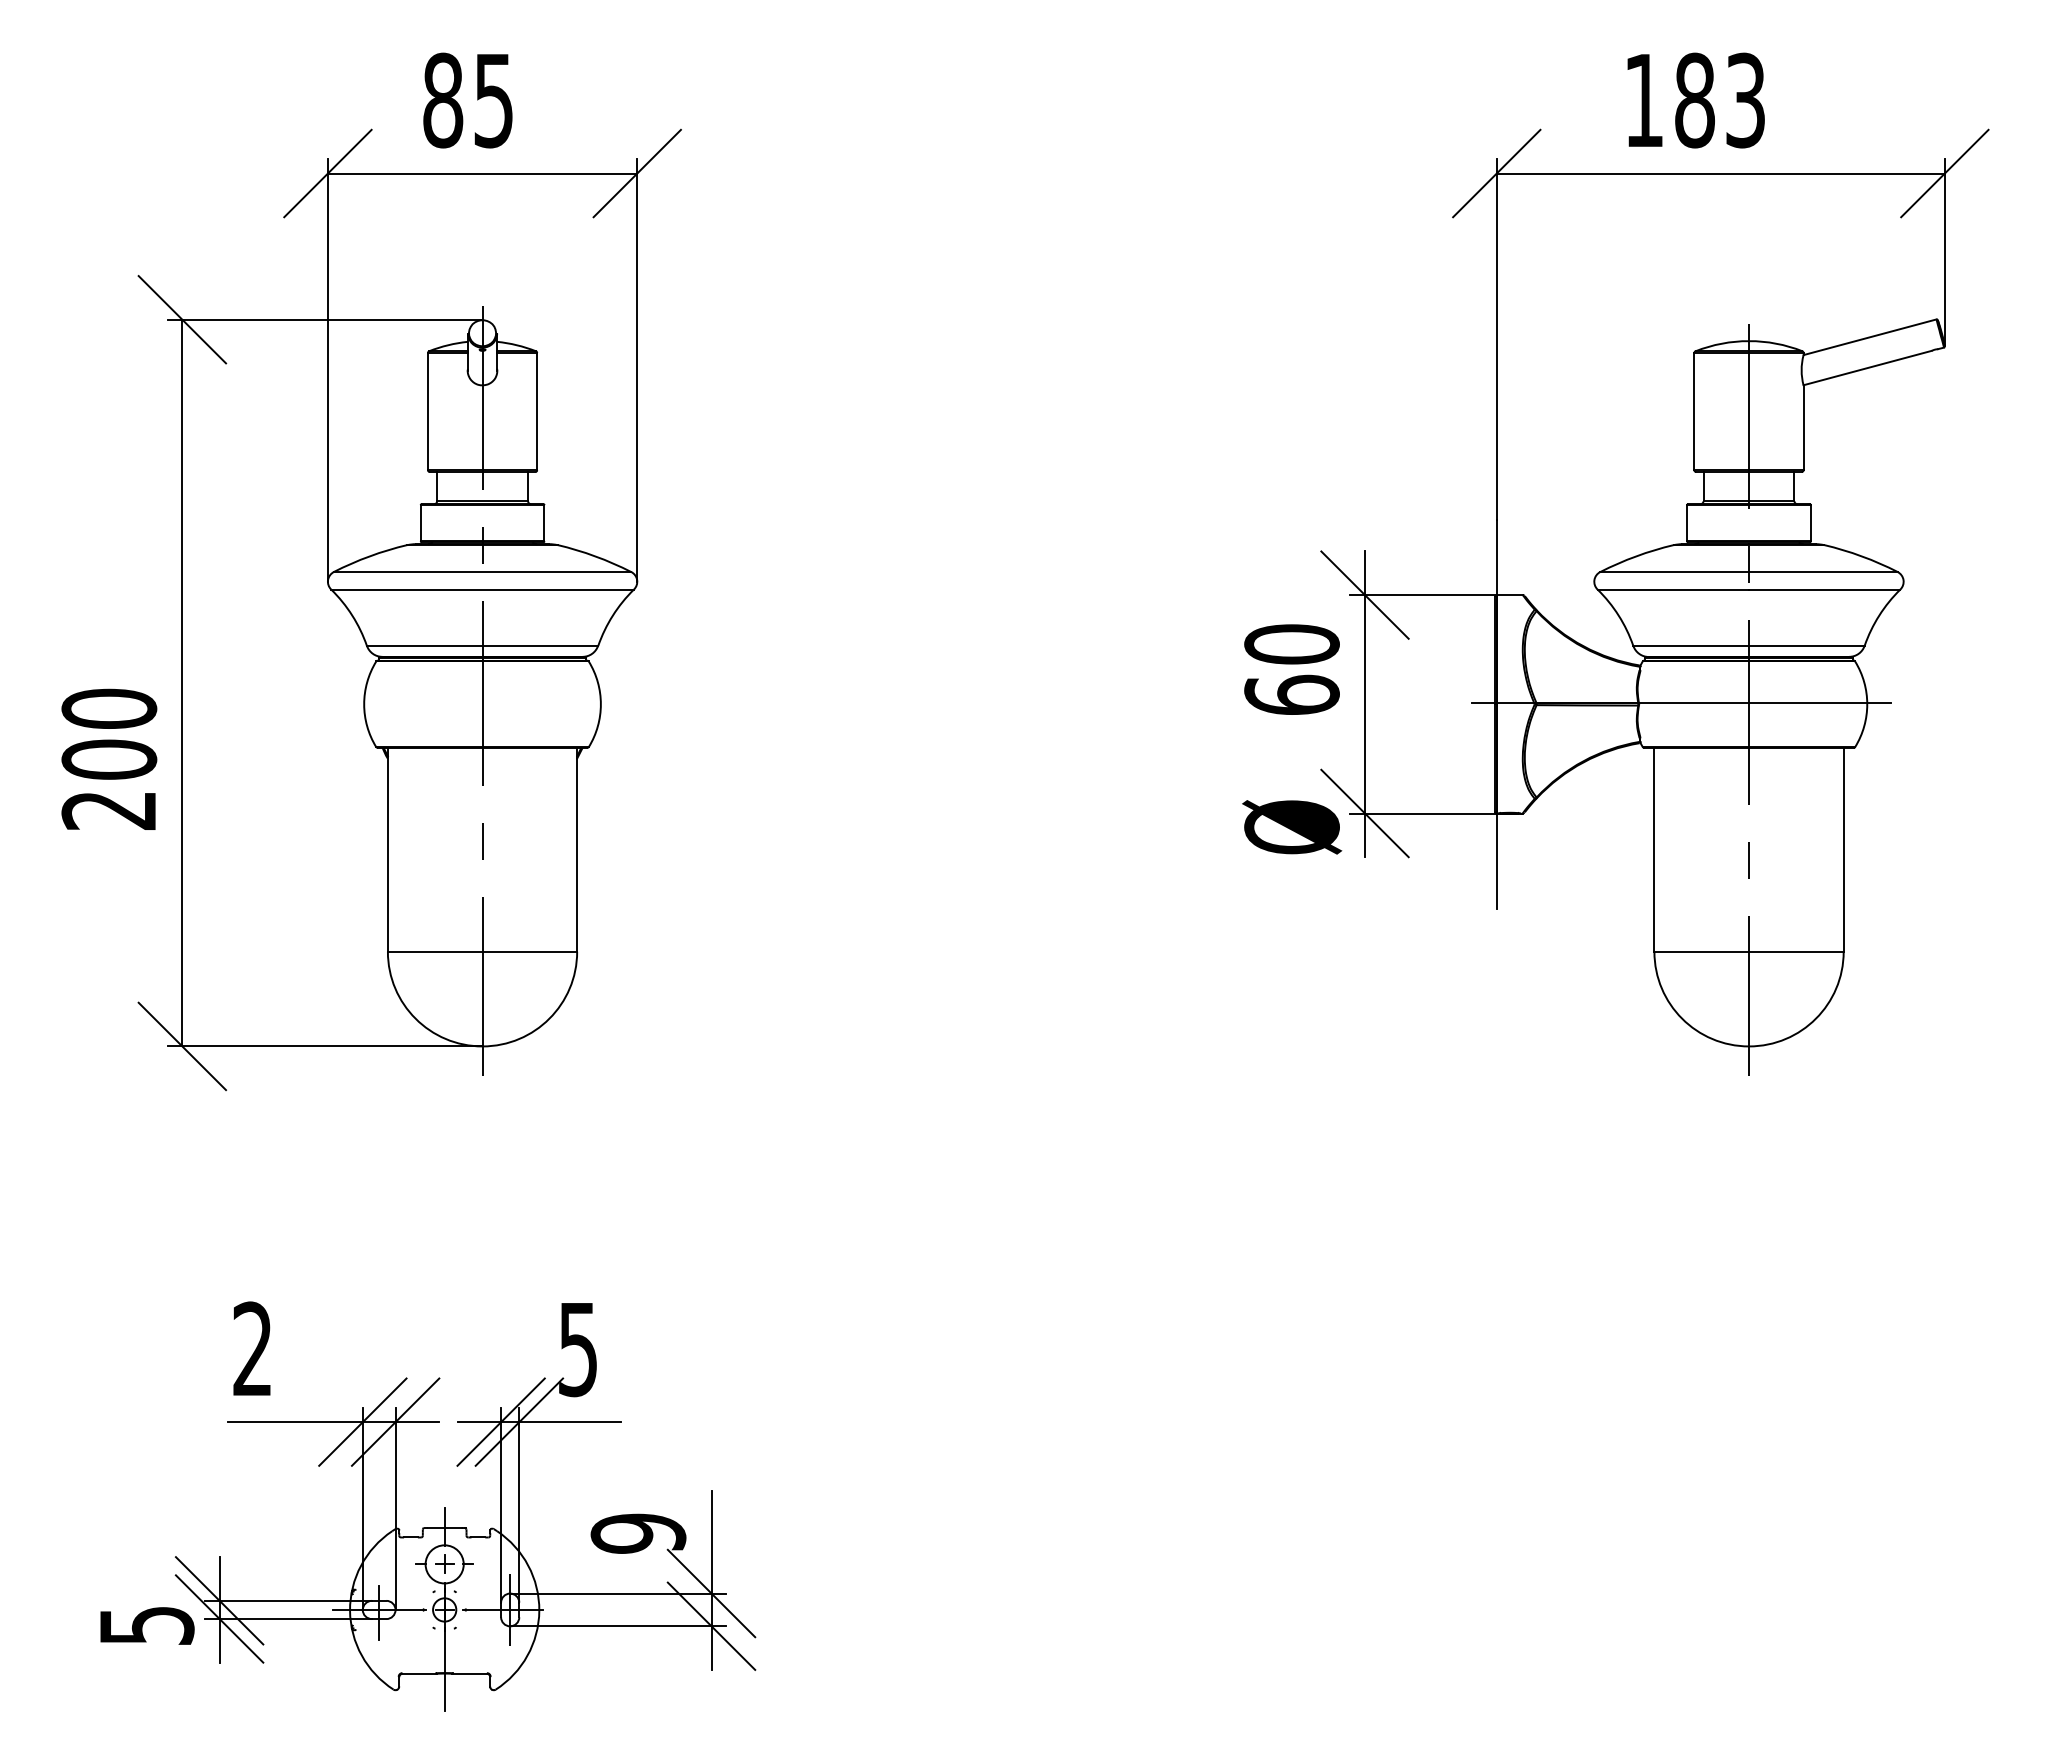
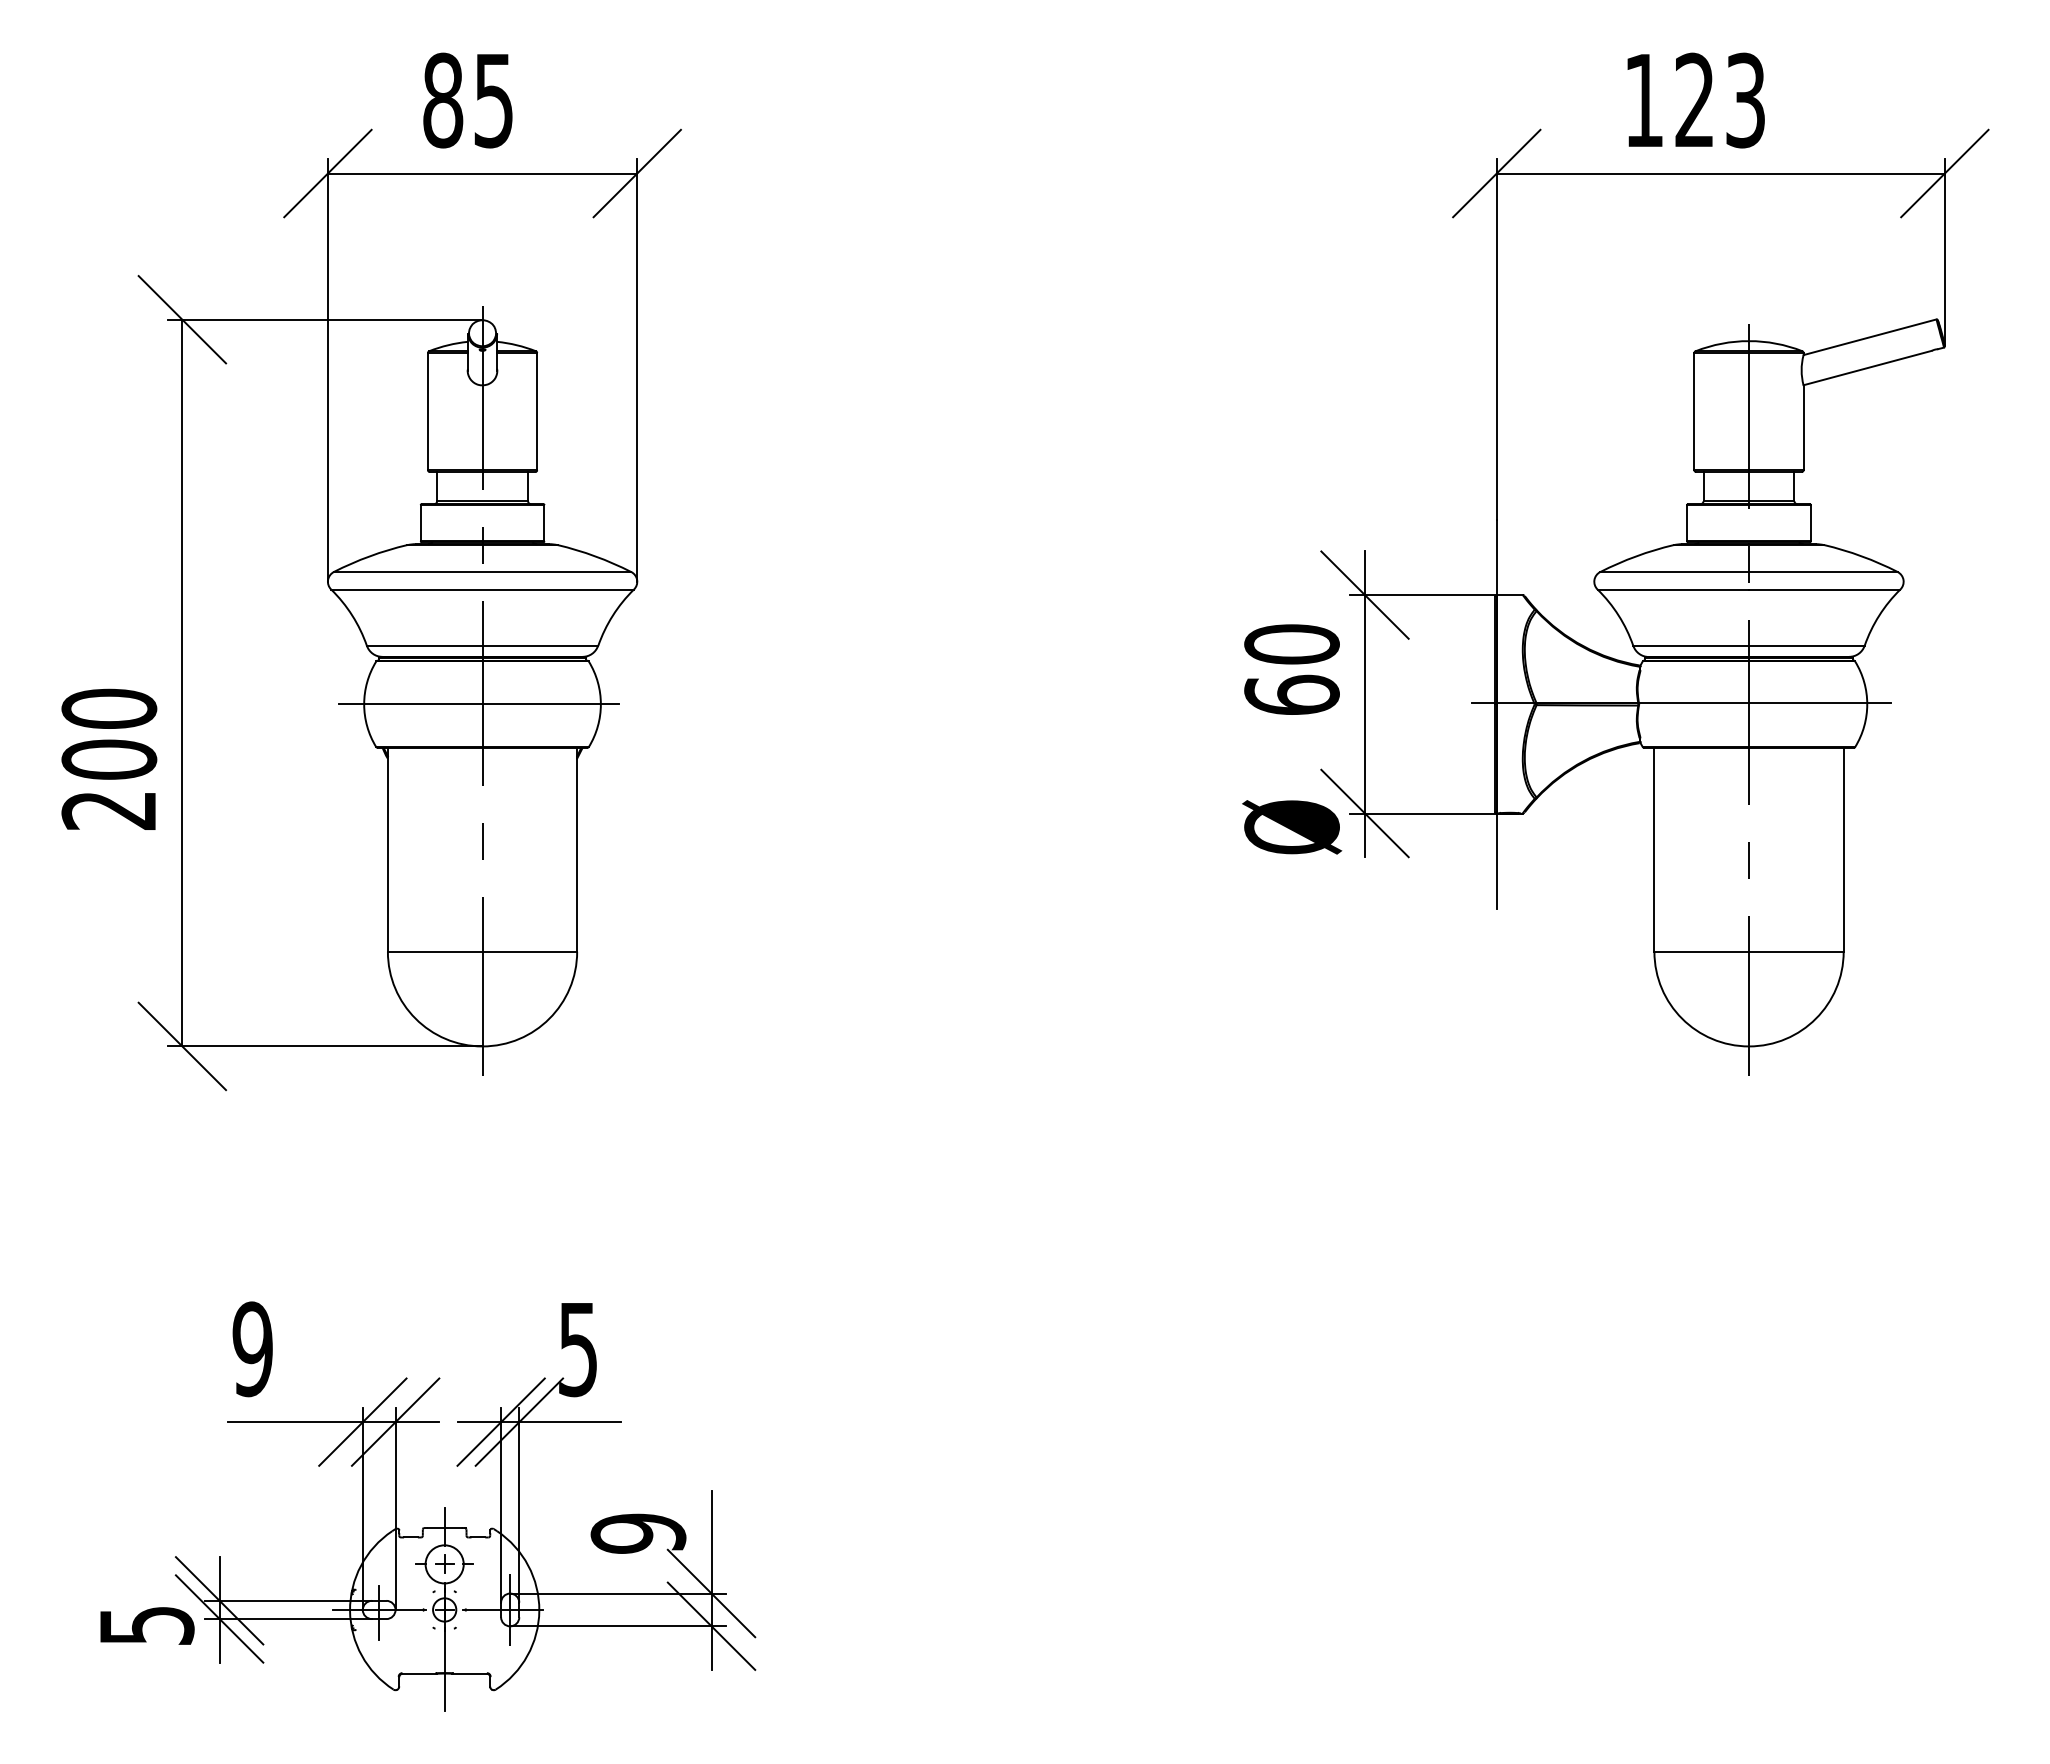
text at (1694, 100): 183 -> 123
line at (479, 704): none -> present
text at (252, 1349): 2 -> 9
